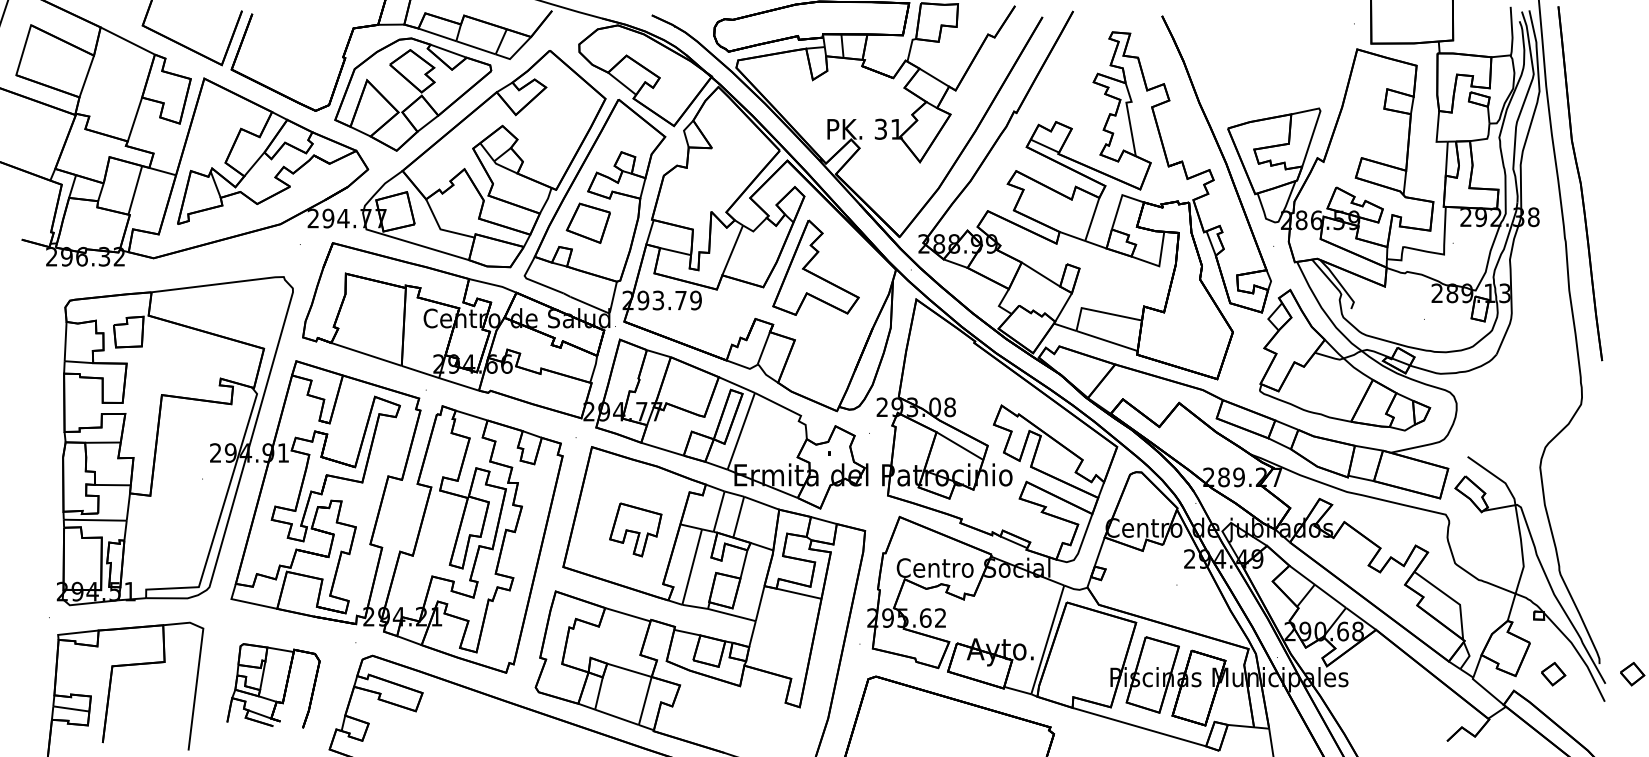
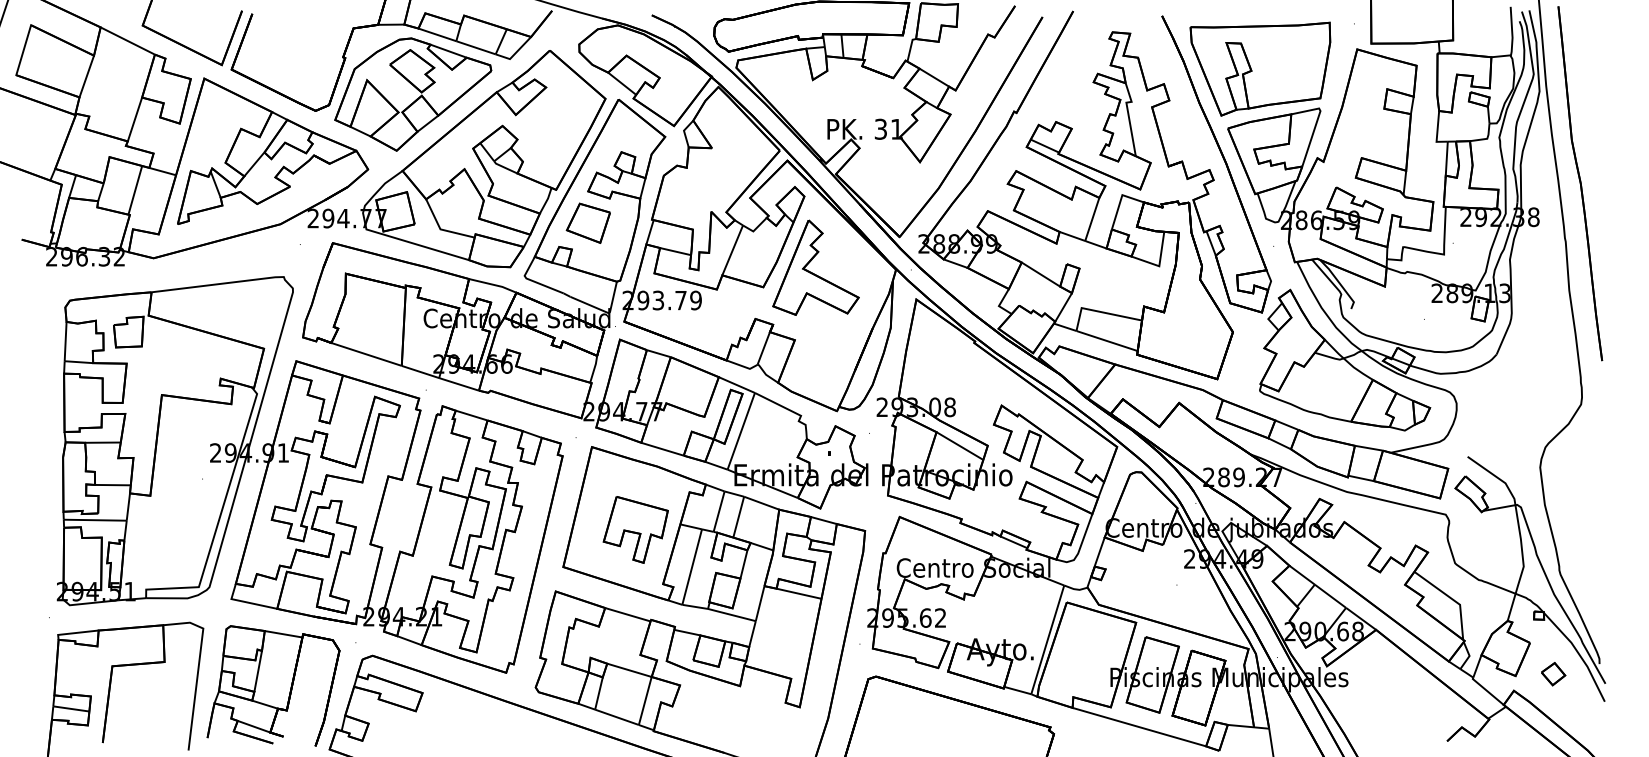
part at (1260, 68): none -> present
part at (635, 529) size: 54x56 px -> 67x68 px
part at (1632, 674): present -> none
part at (273, 685) size: 95x86 px -> 135x122 px
